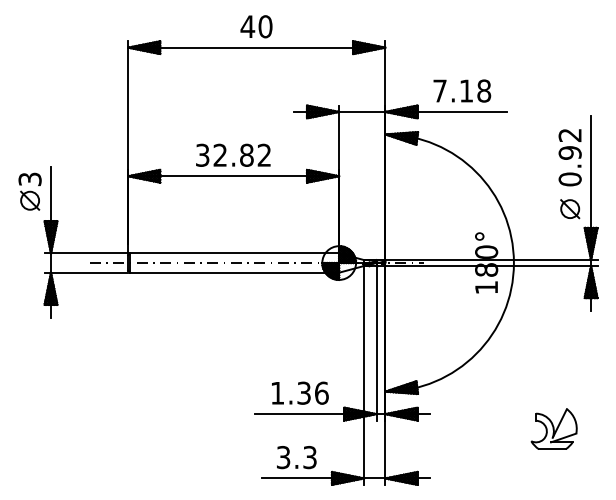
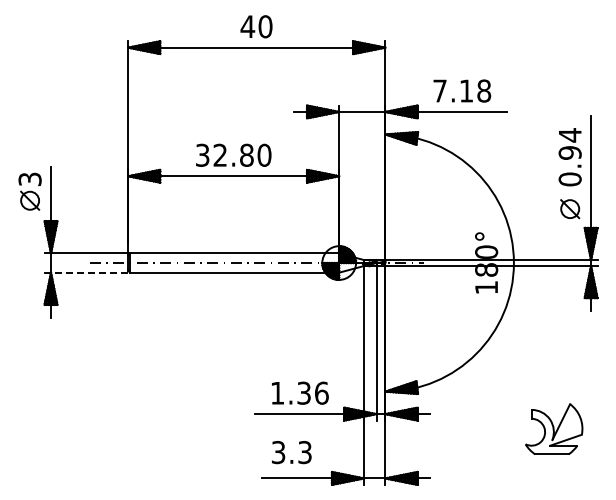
text at (569, 135): 0.92 -> 0.94
text at (264, 154): 32.82 -> 32.80
line at (89, 272): solid -> dashed
part at (553, 428) size: 48x42 px -> 59x52 px
text at (296, 457) position: (296, 457) -> (291, 452)
